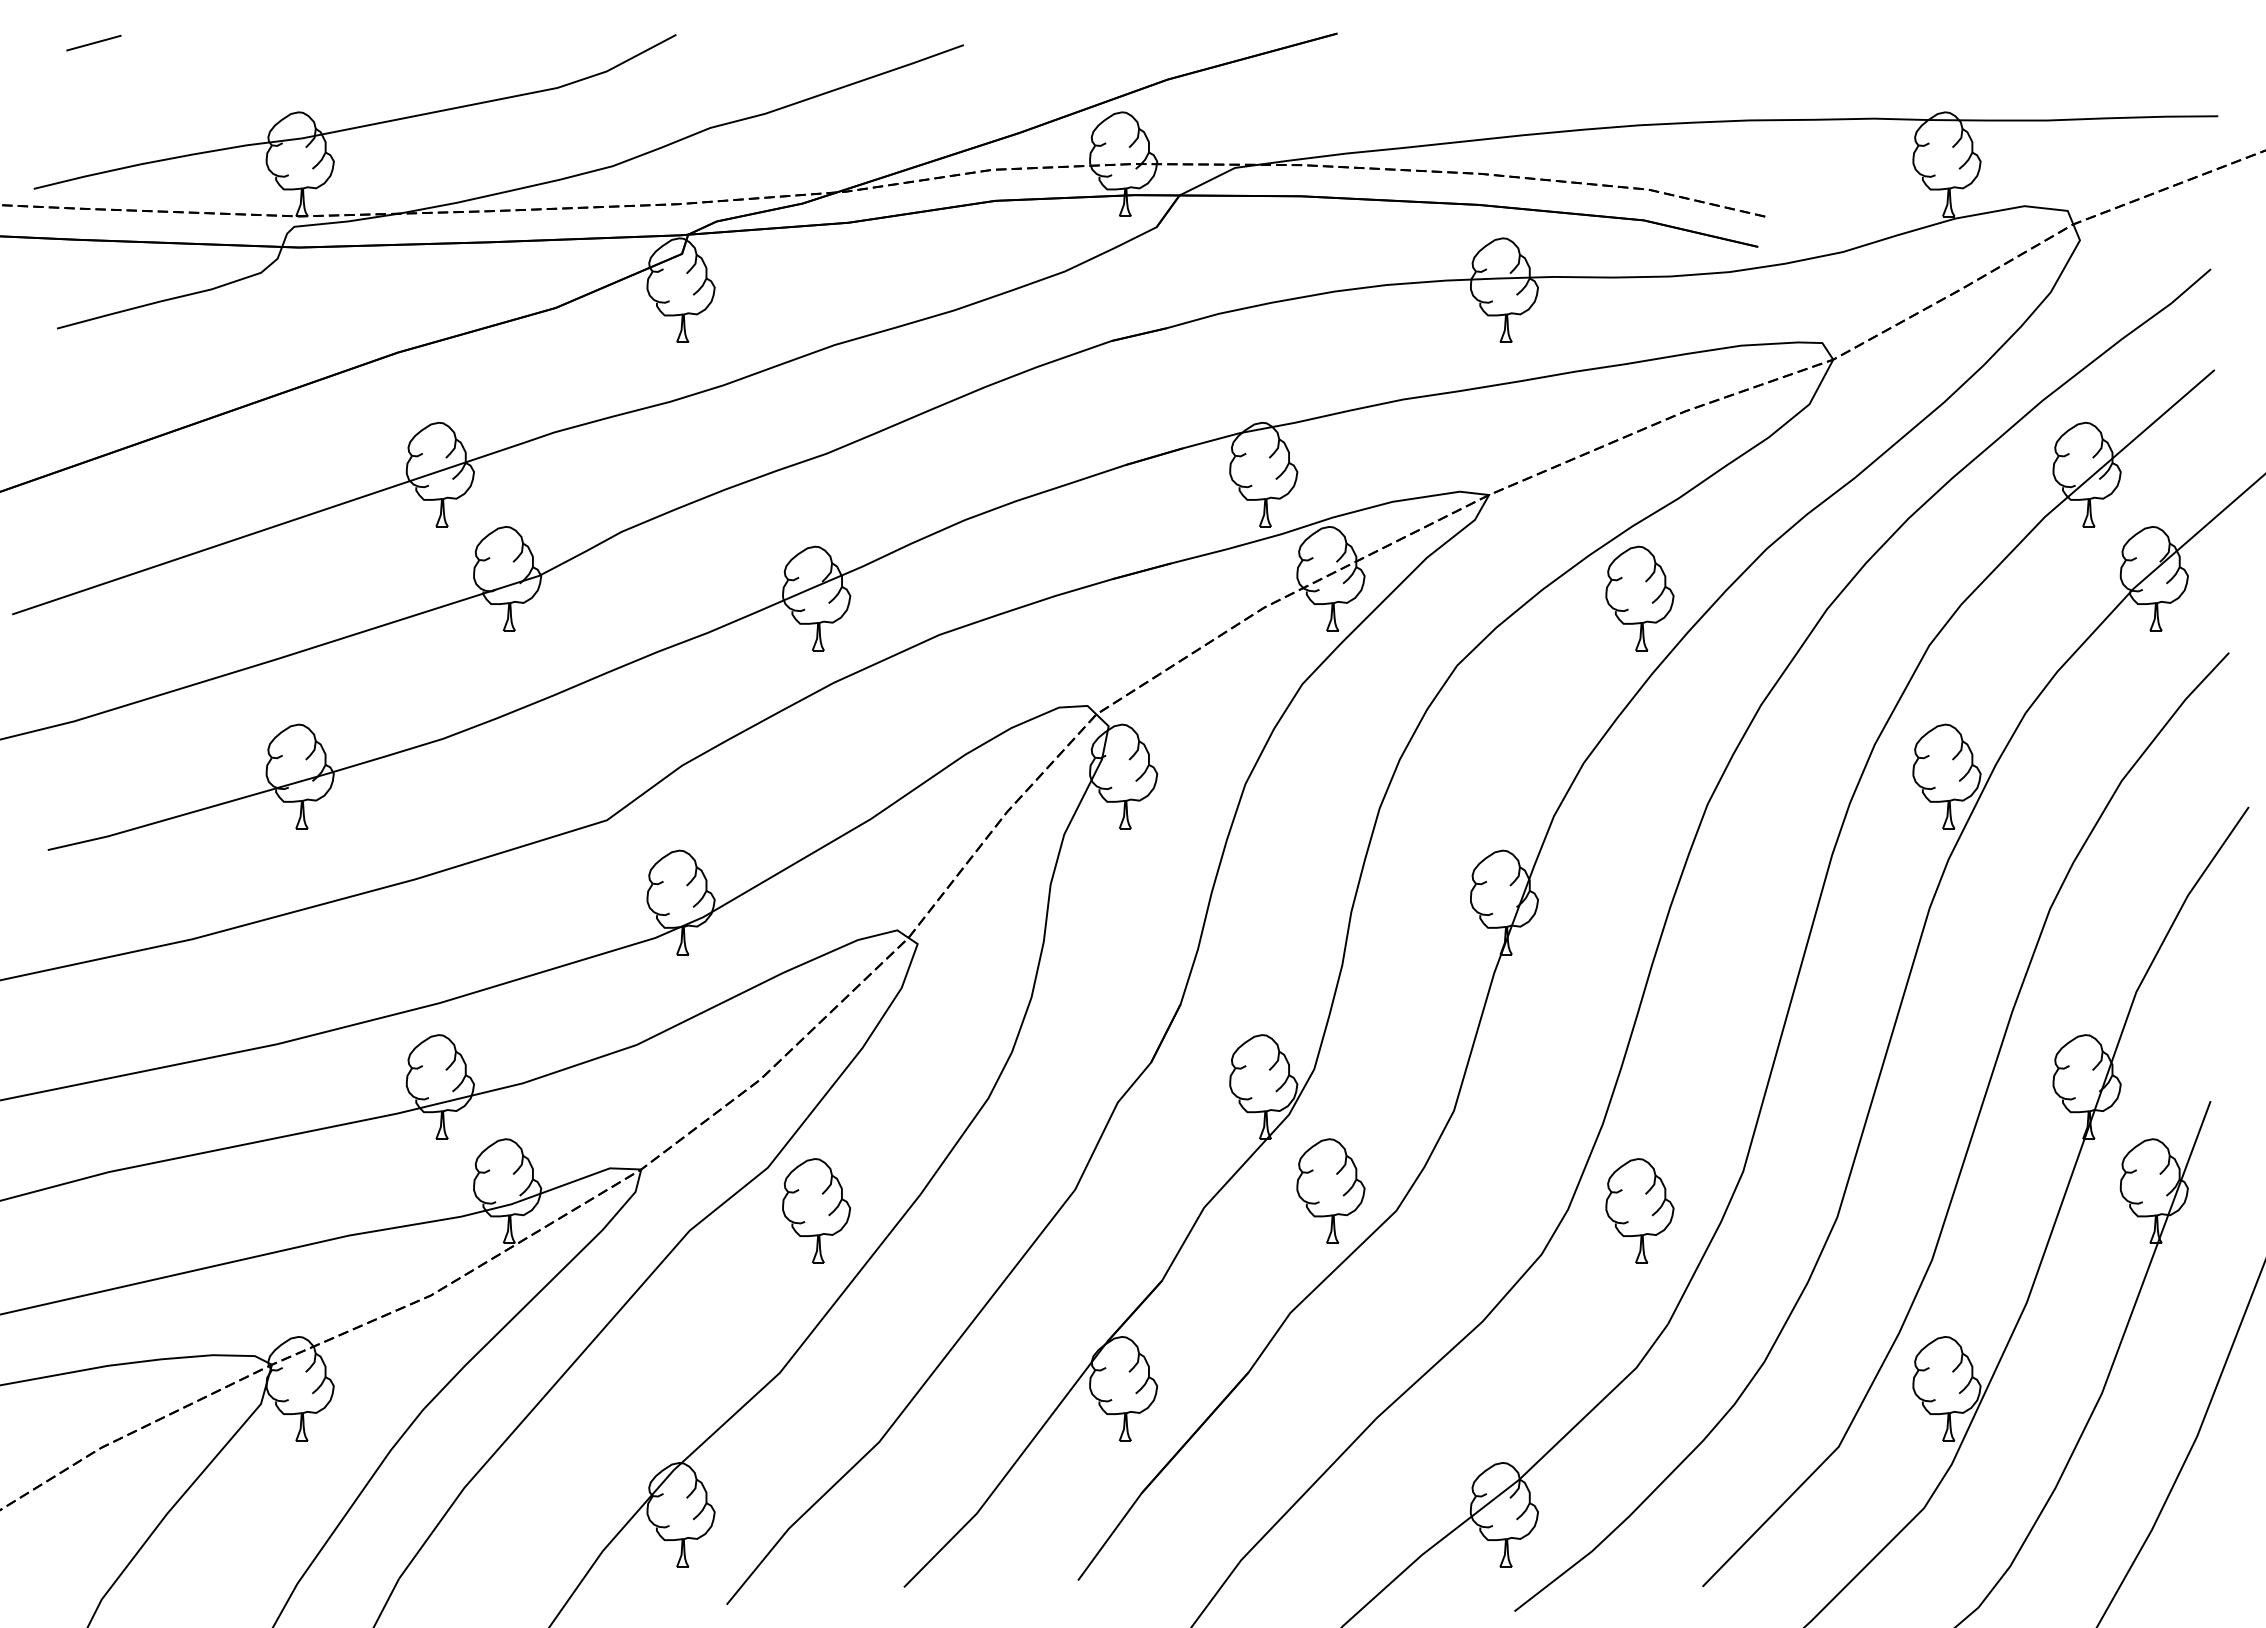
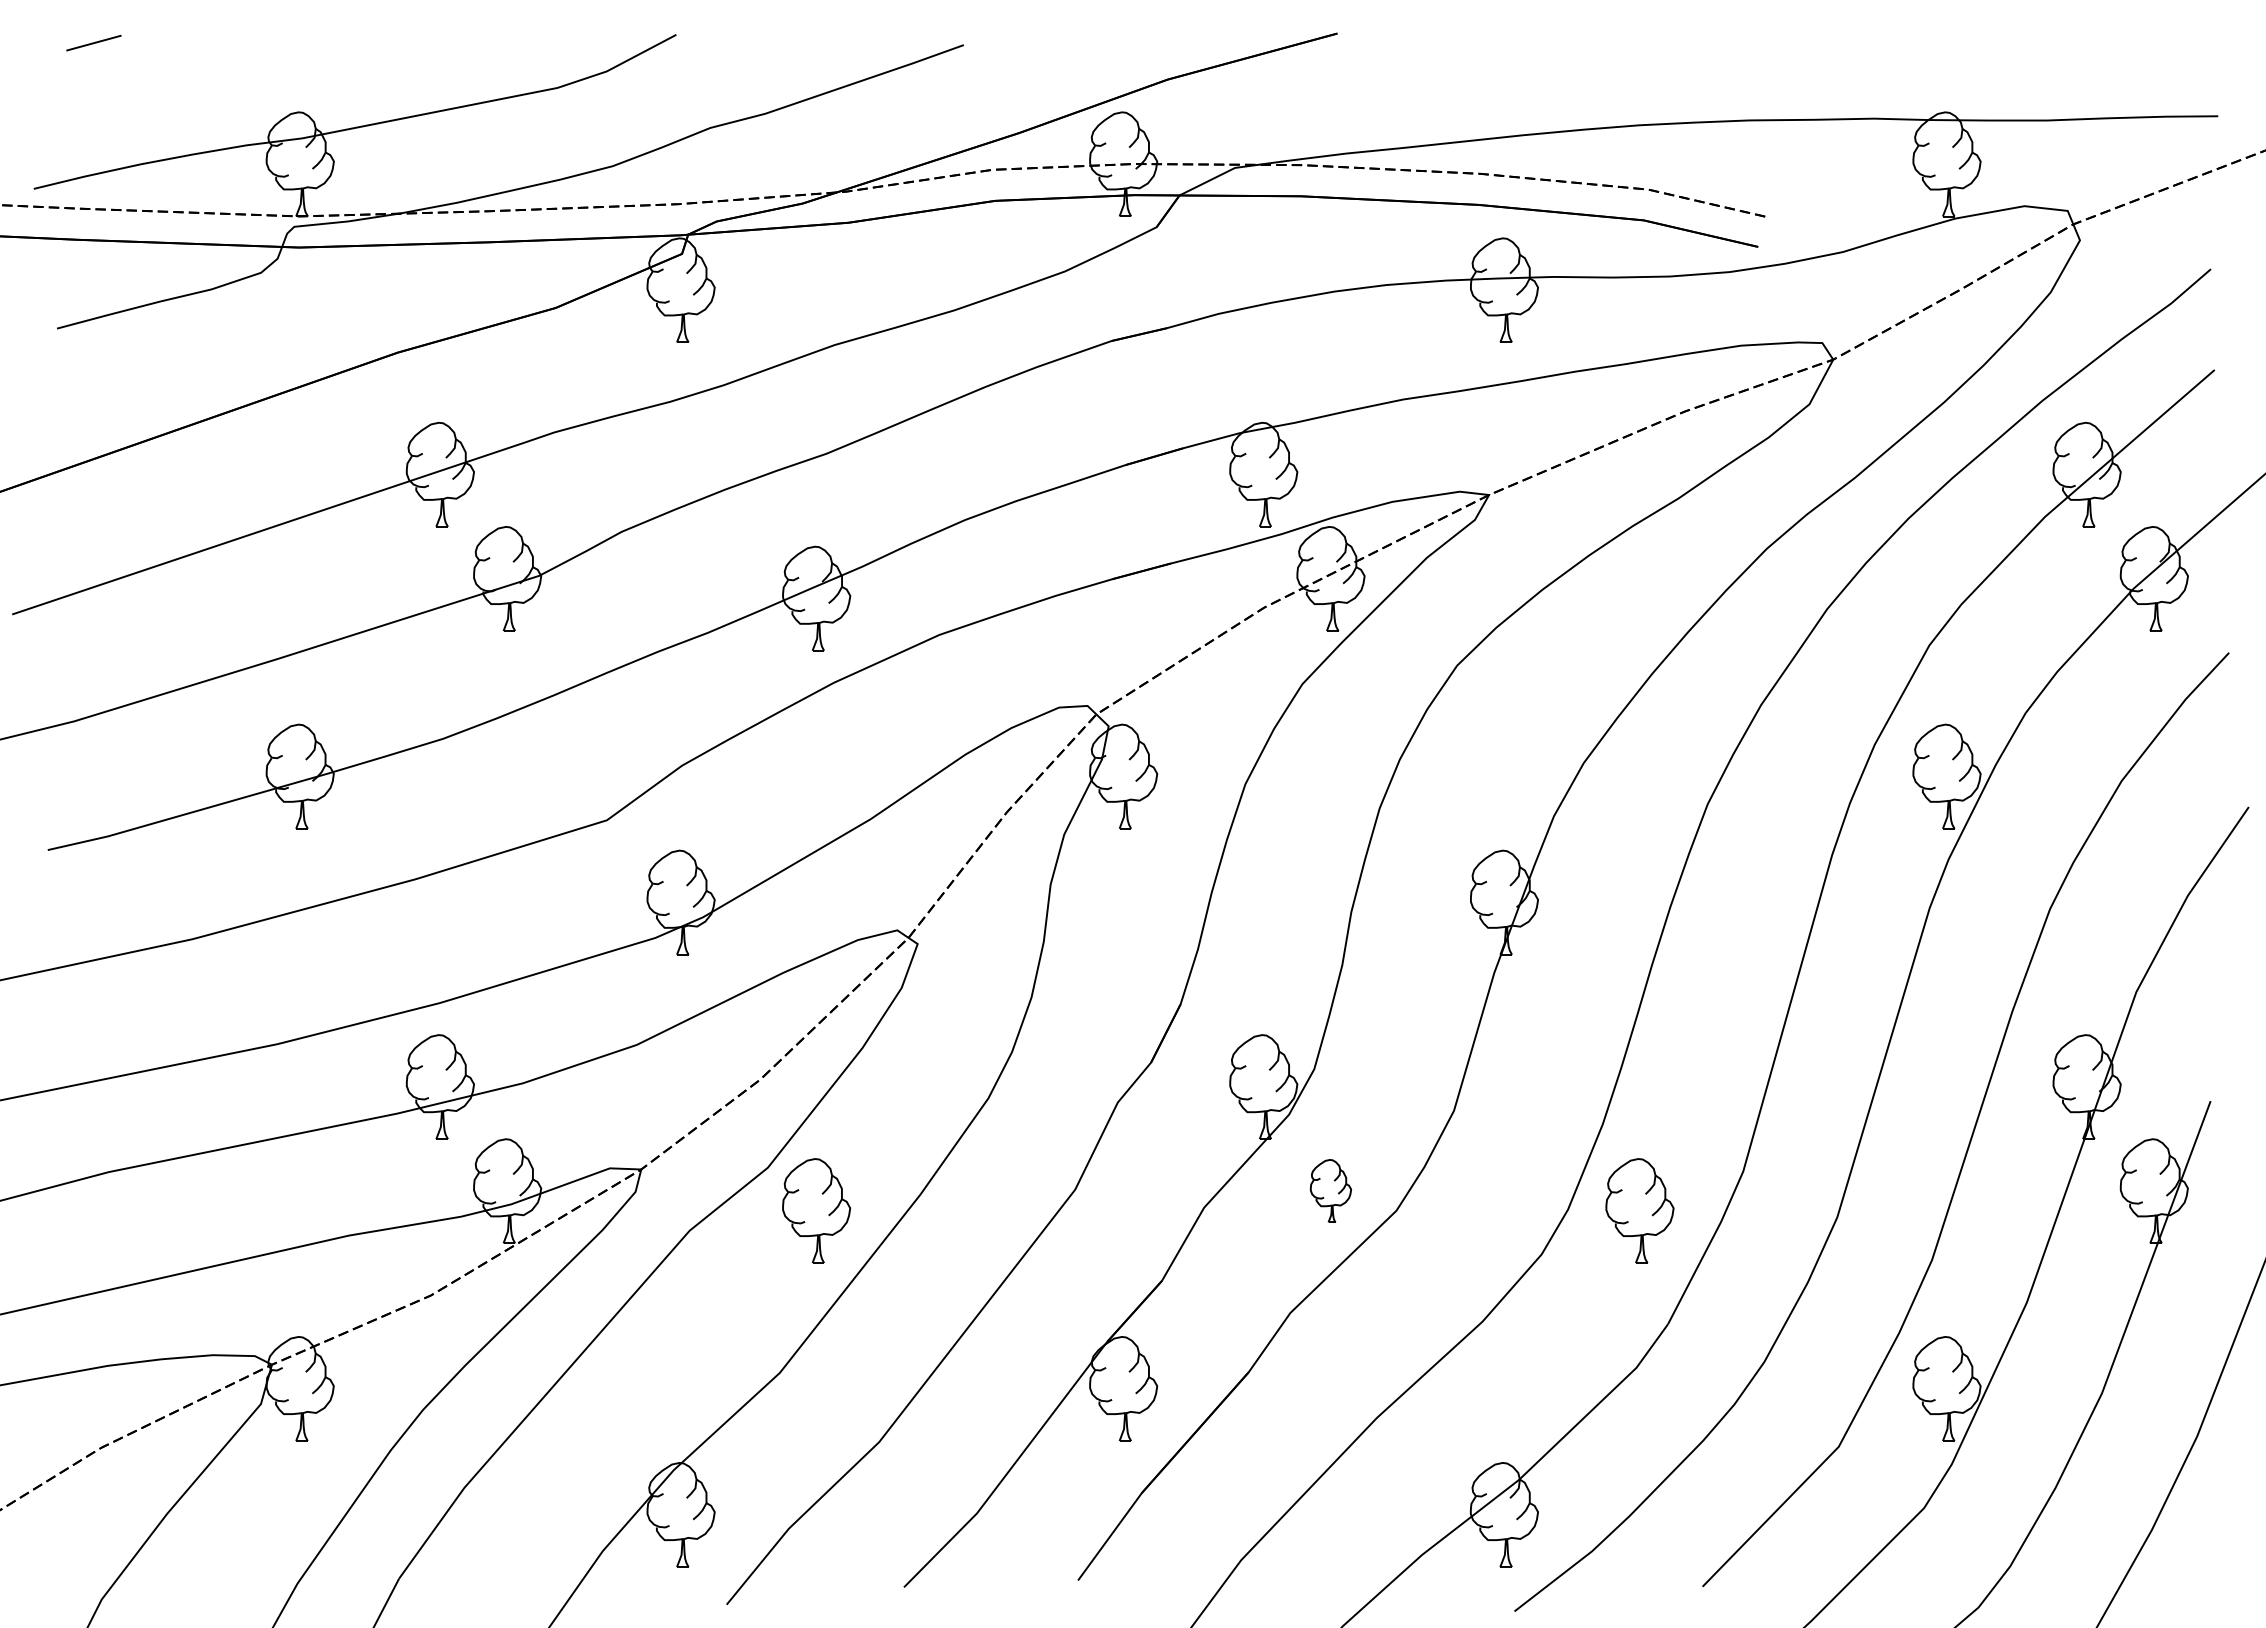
part at (1639, 598): present -> none
part at (1330, 1190) size: 70x106 px -> 43x64 px
